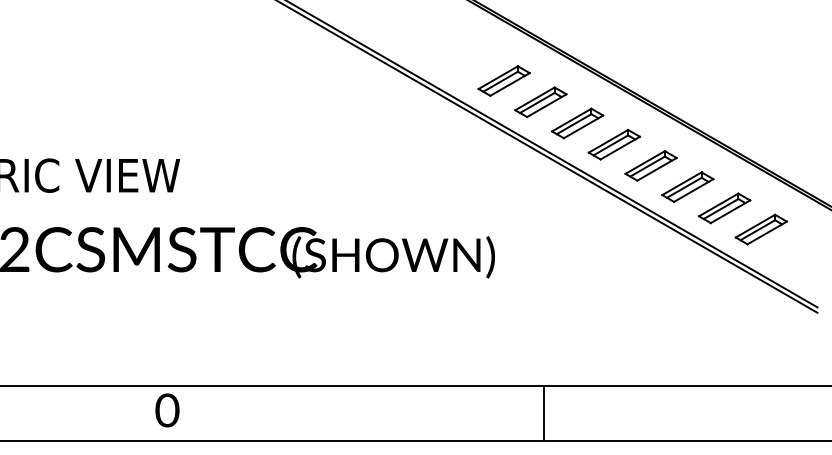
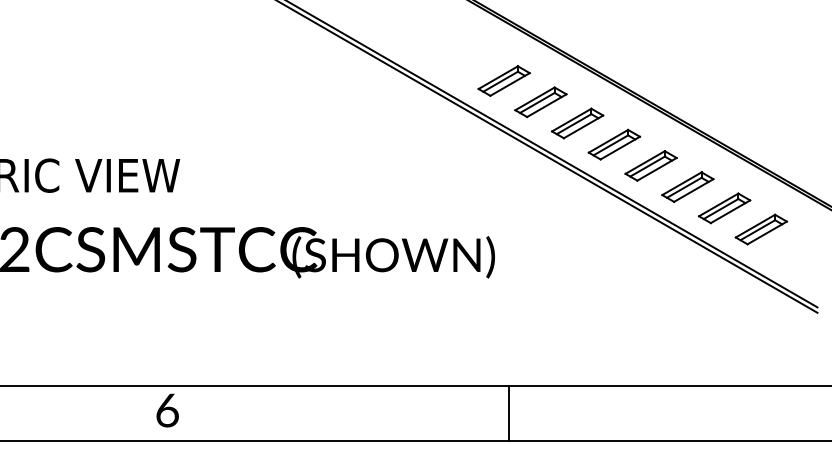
text at (167, 410): 0 -> 6
line at (543, 413) position: (543, 413) -> (508, 413)
